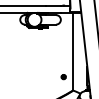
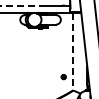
line at (23, 5): solid -> dashed
line at (73, 51): solid -> dashed
